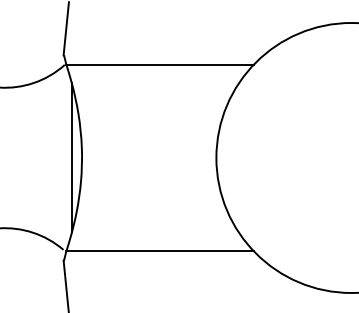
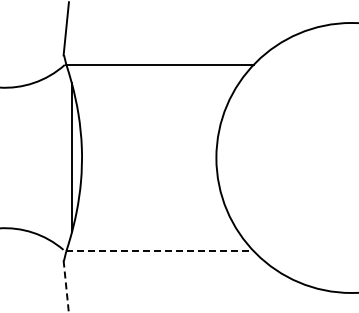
line at (160, 251): solid -> dashed
line at (66, 287): solid -> dashed
